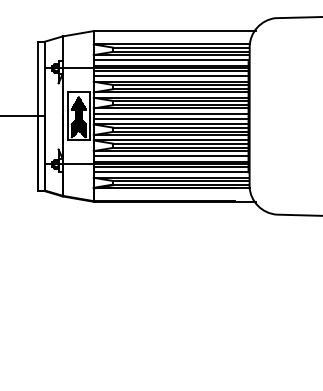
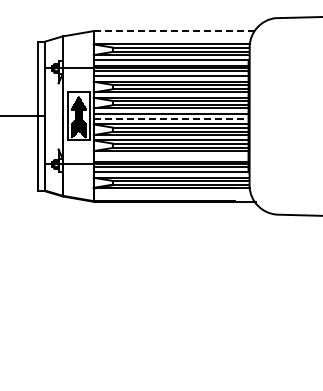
line at (175, 31): solid -> dashed
line at (171, 119): solid -> dashed
line at (170, 156): present -> none
